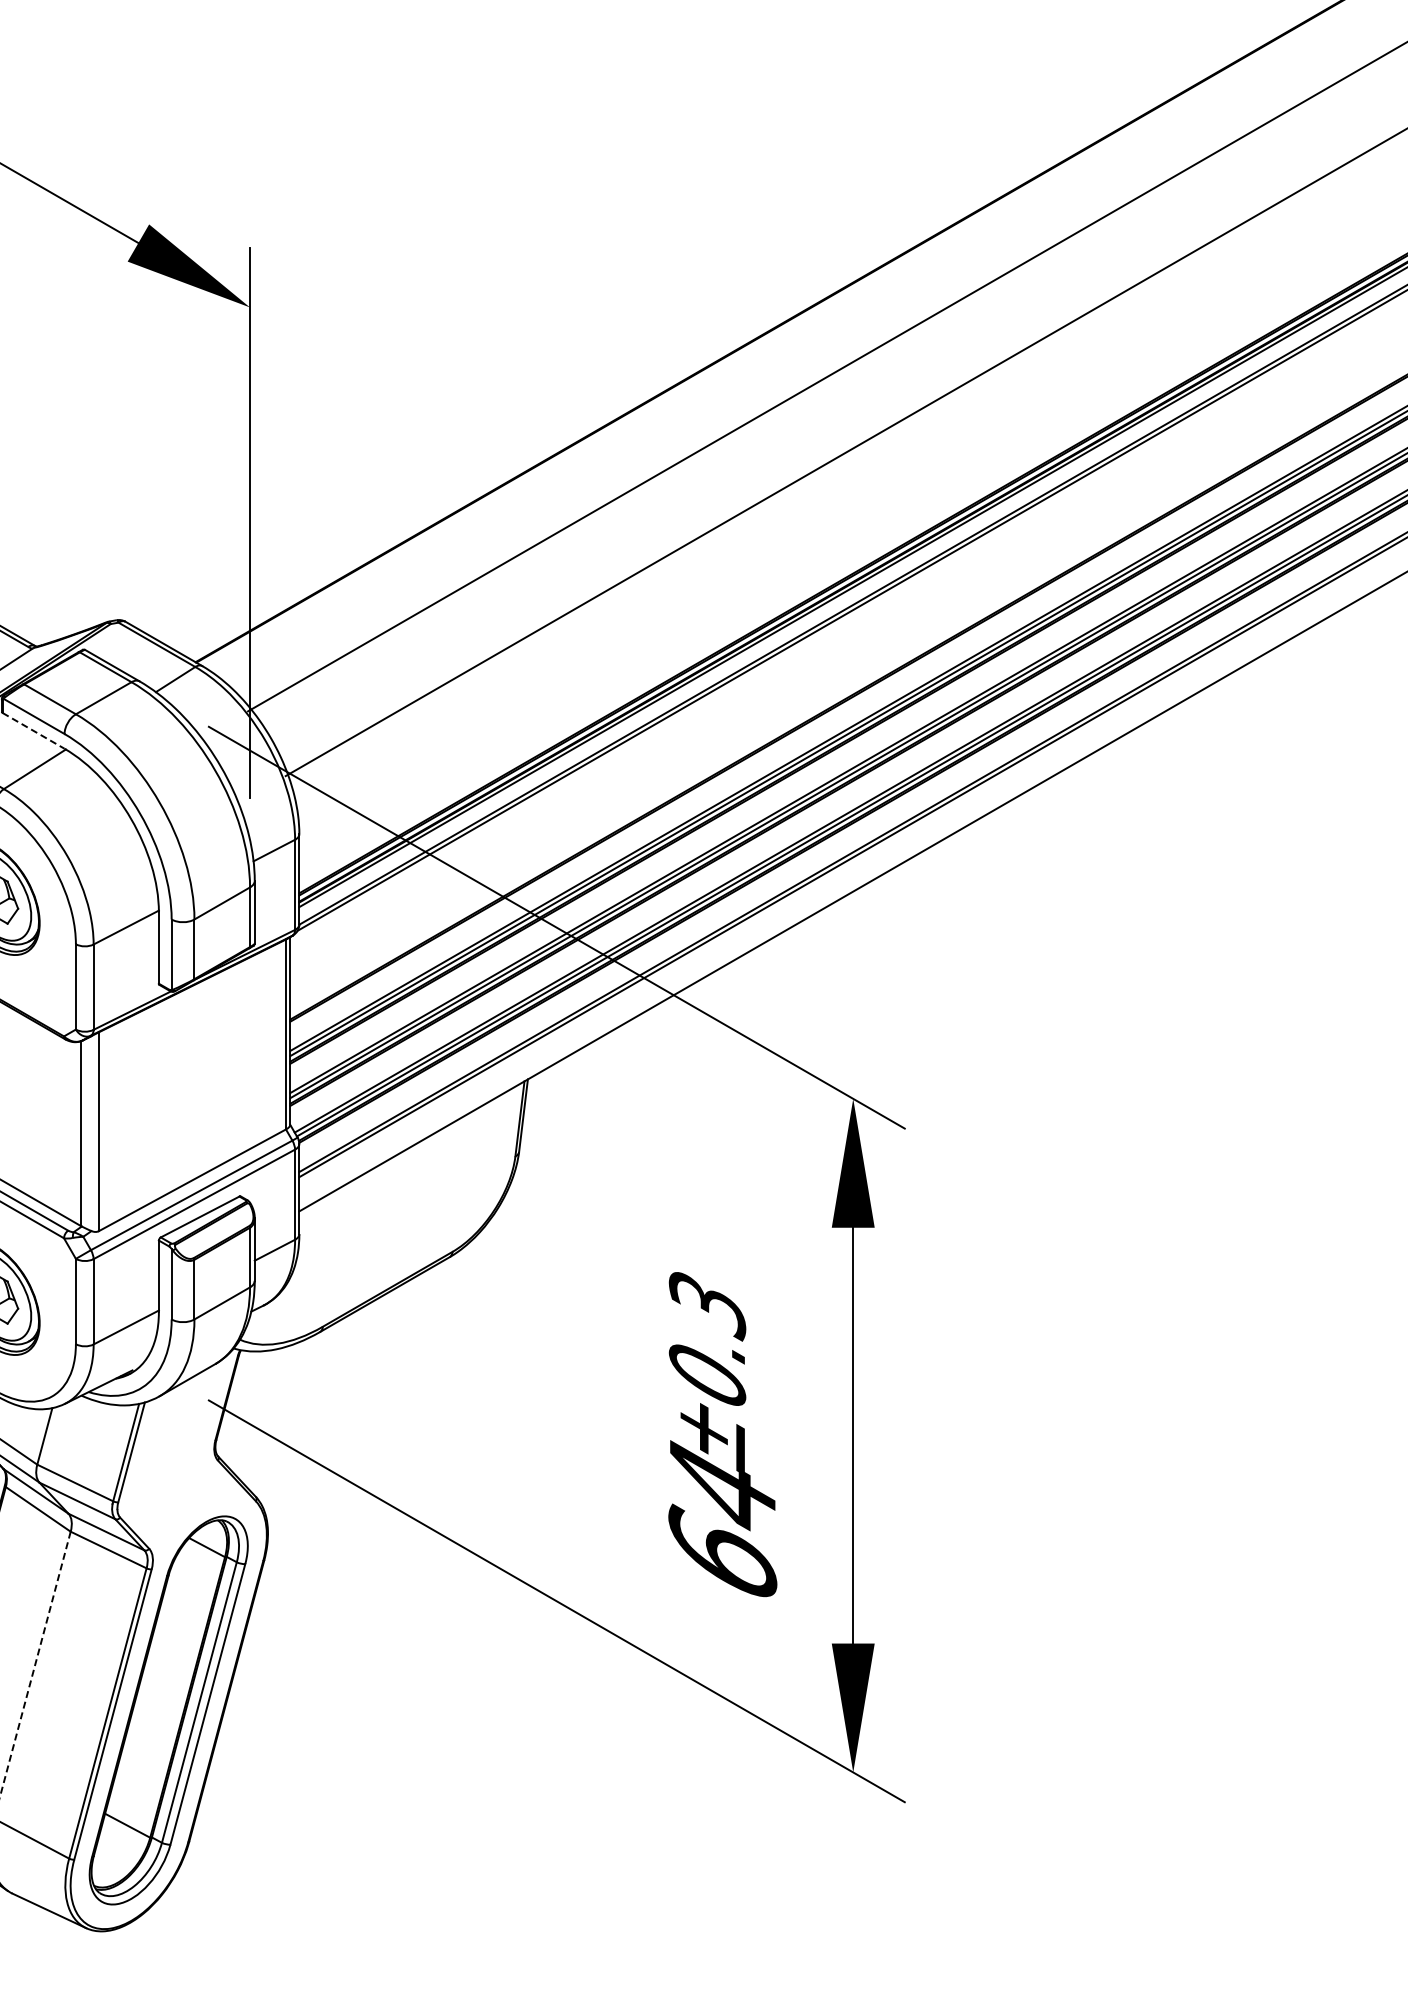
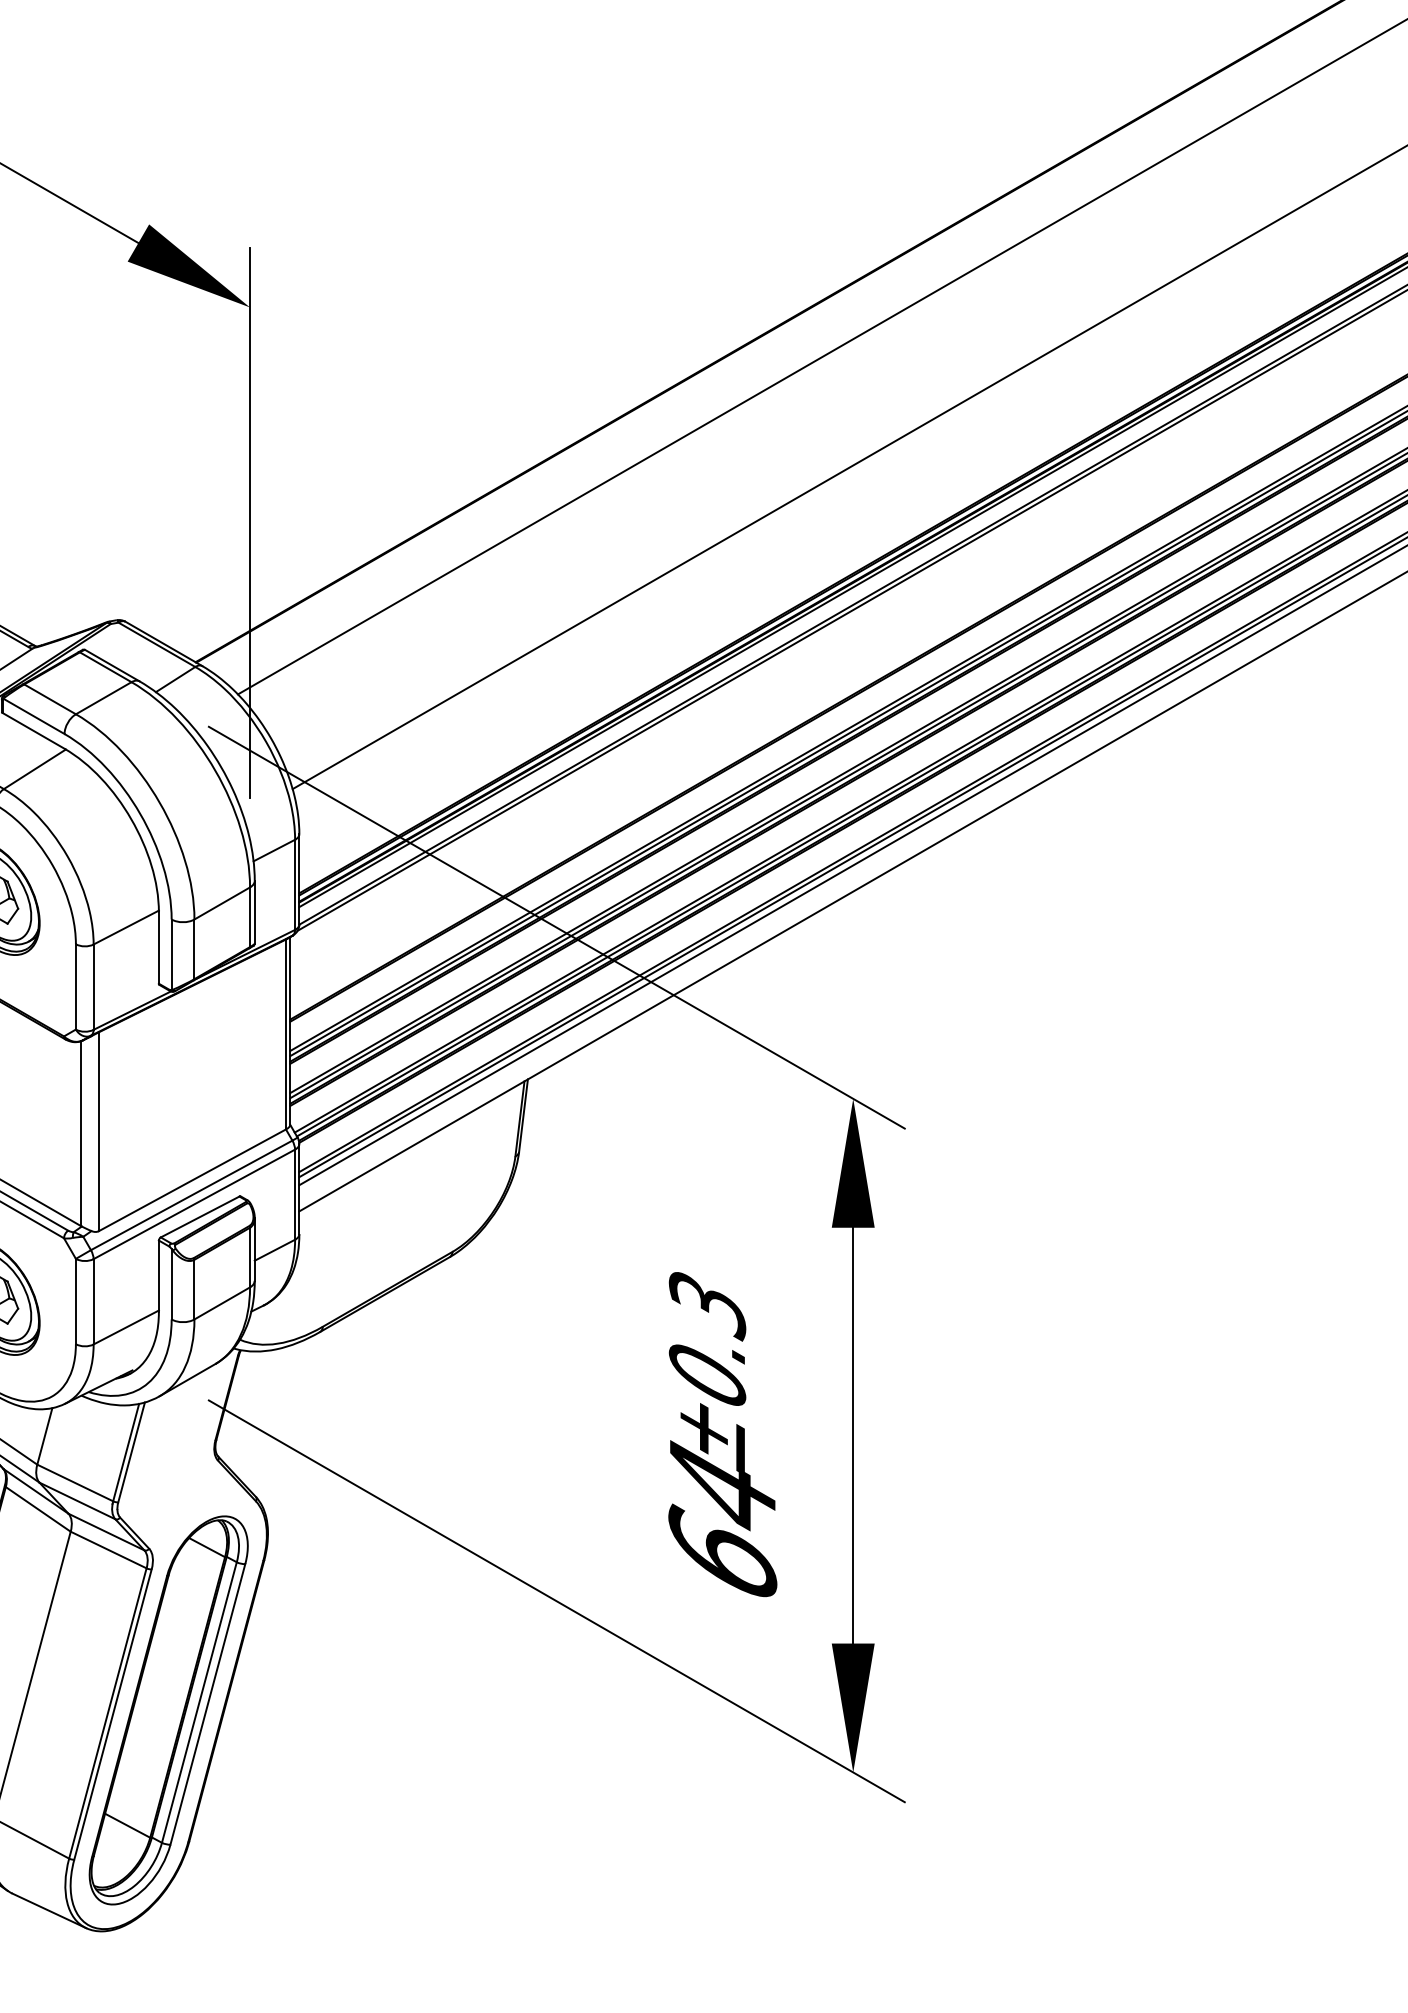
line at (826, 377) position: (826, 377) -> (821, 357)
line at (844, 452) position: (844, 452) -> (848, 467)
line at (33, 730): dashed -> solid
line at (851, 866): none -> present
line at (35, 1664): dashed -> solid
